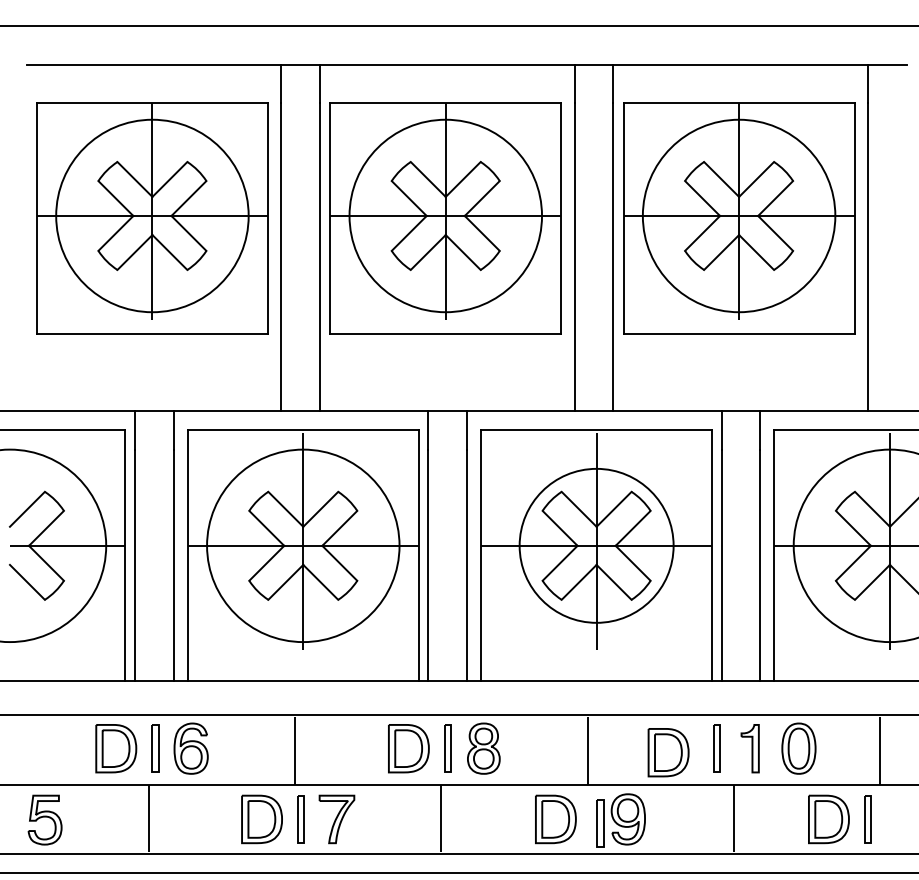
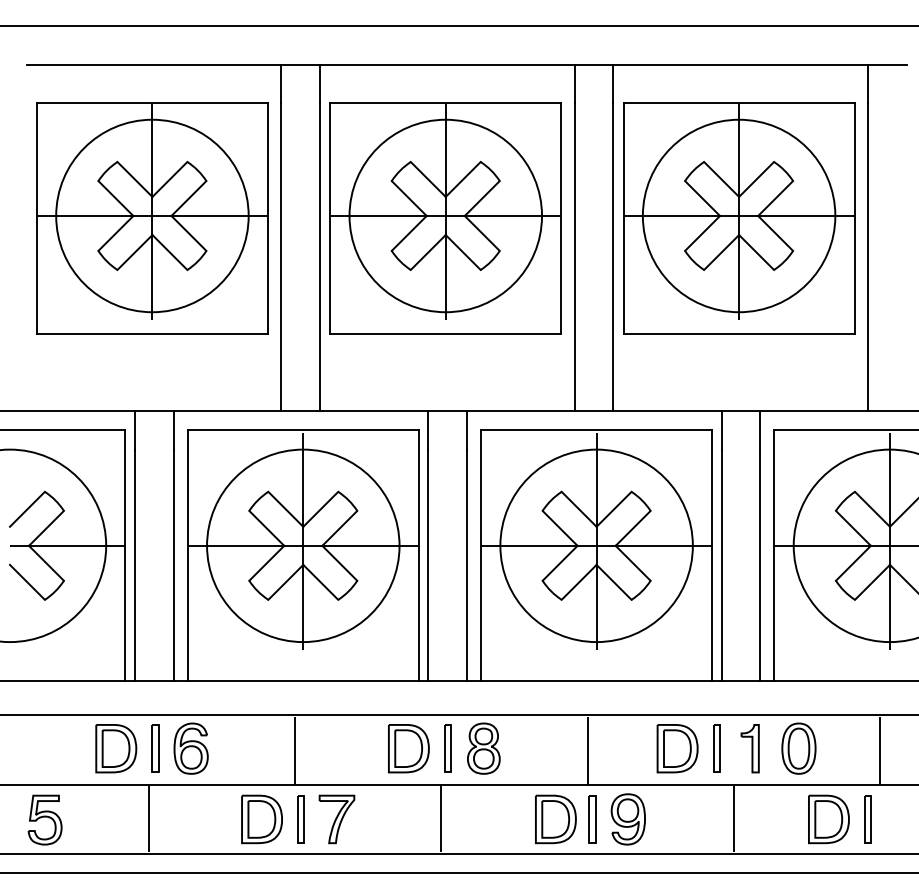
circle at (596, 545) diameter: 154 px -> 192 px
part at (668, 752) position: (668, 752) -> (677, 748)
part at (600, 823) position: (600, 823) -> (592, 819)
